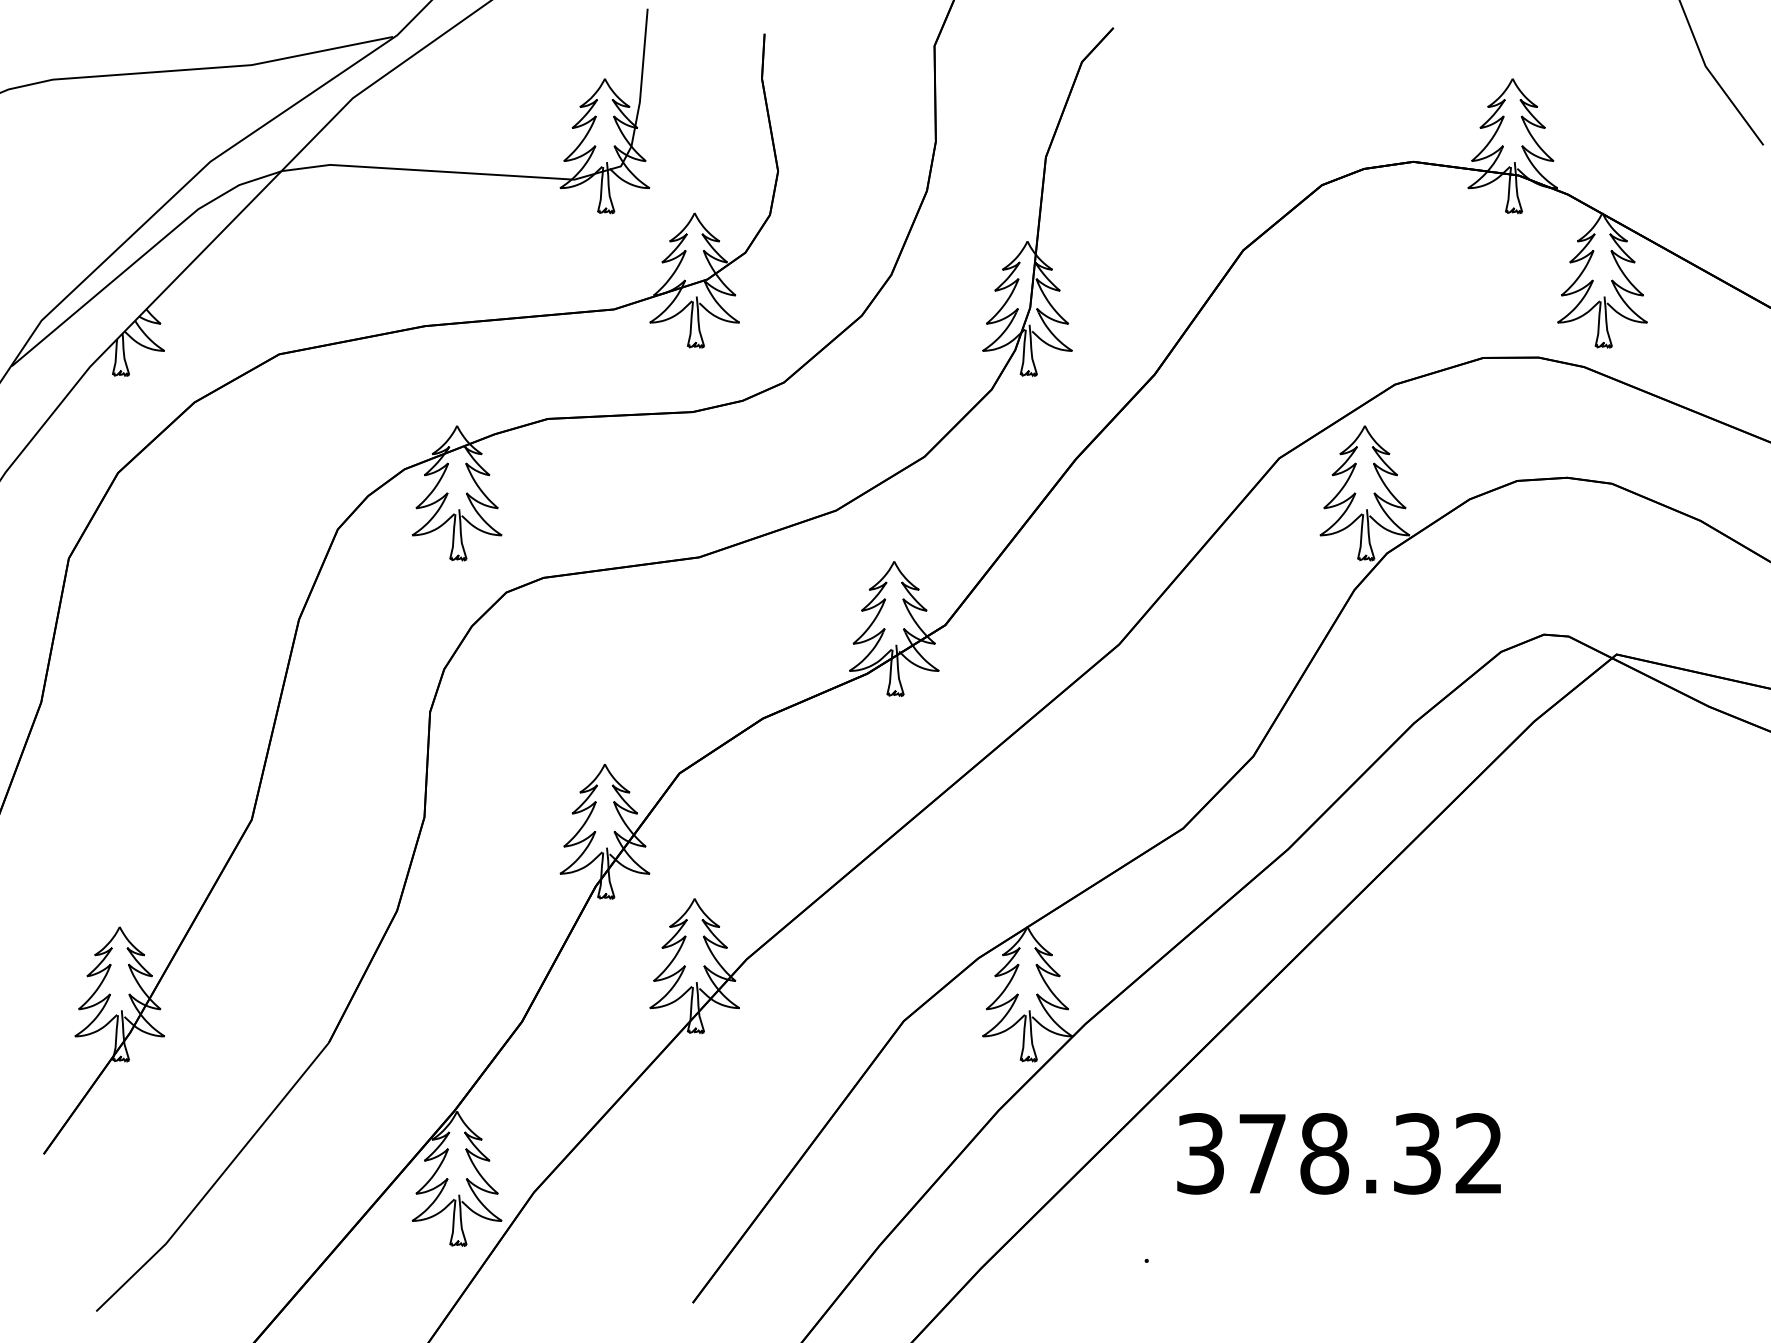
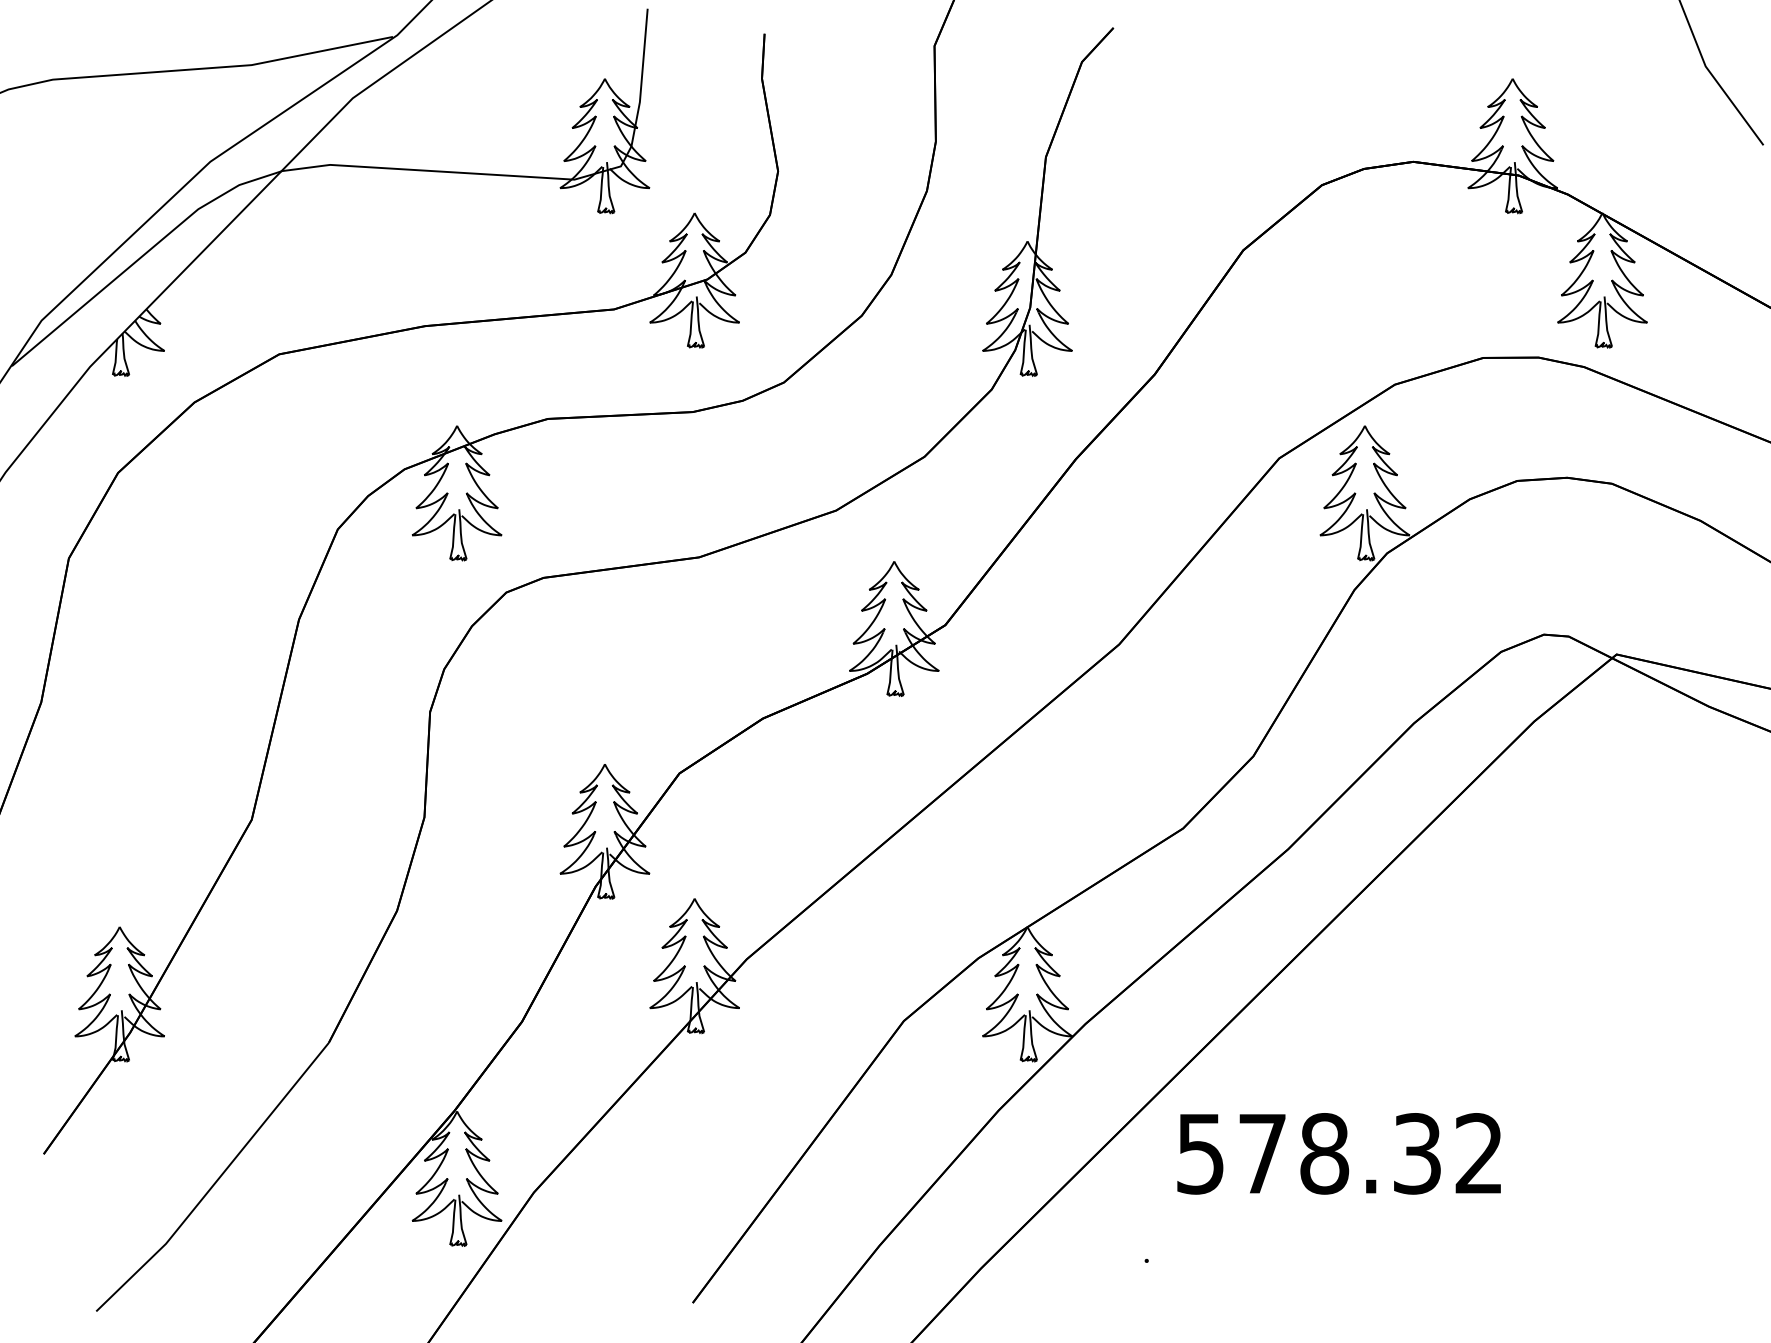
text at (1200, 1153): 378.32 -> 578.32
